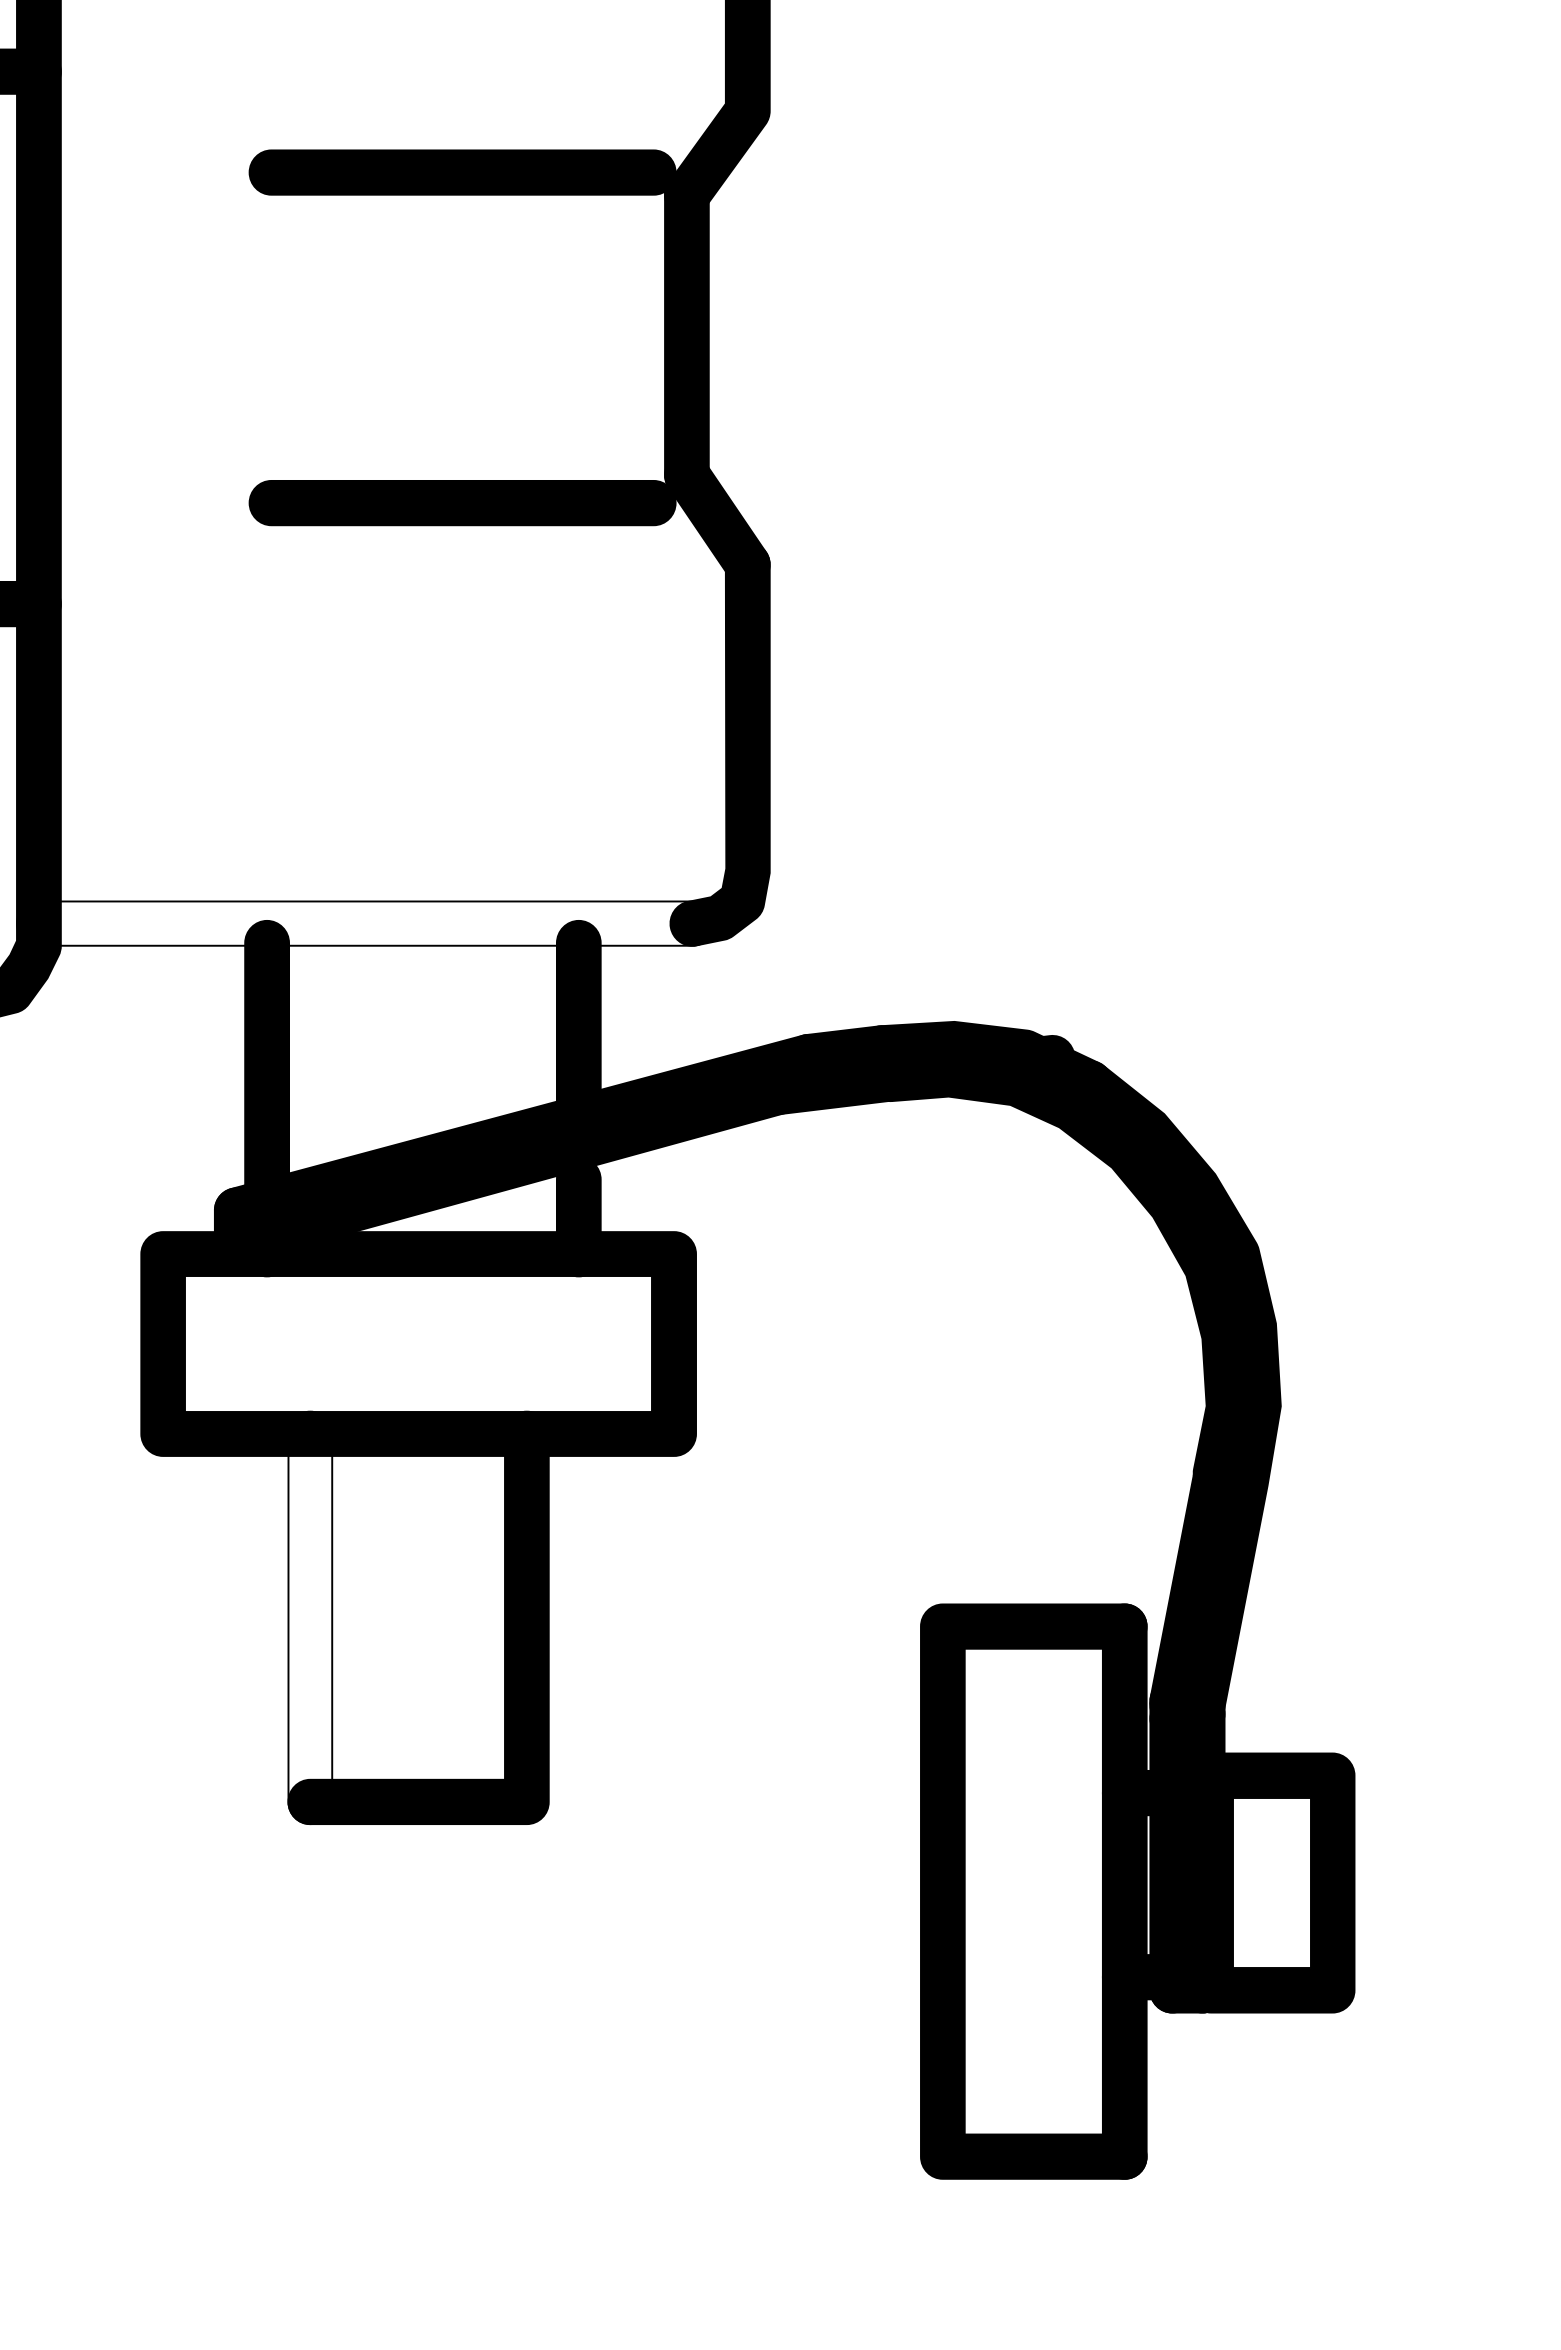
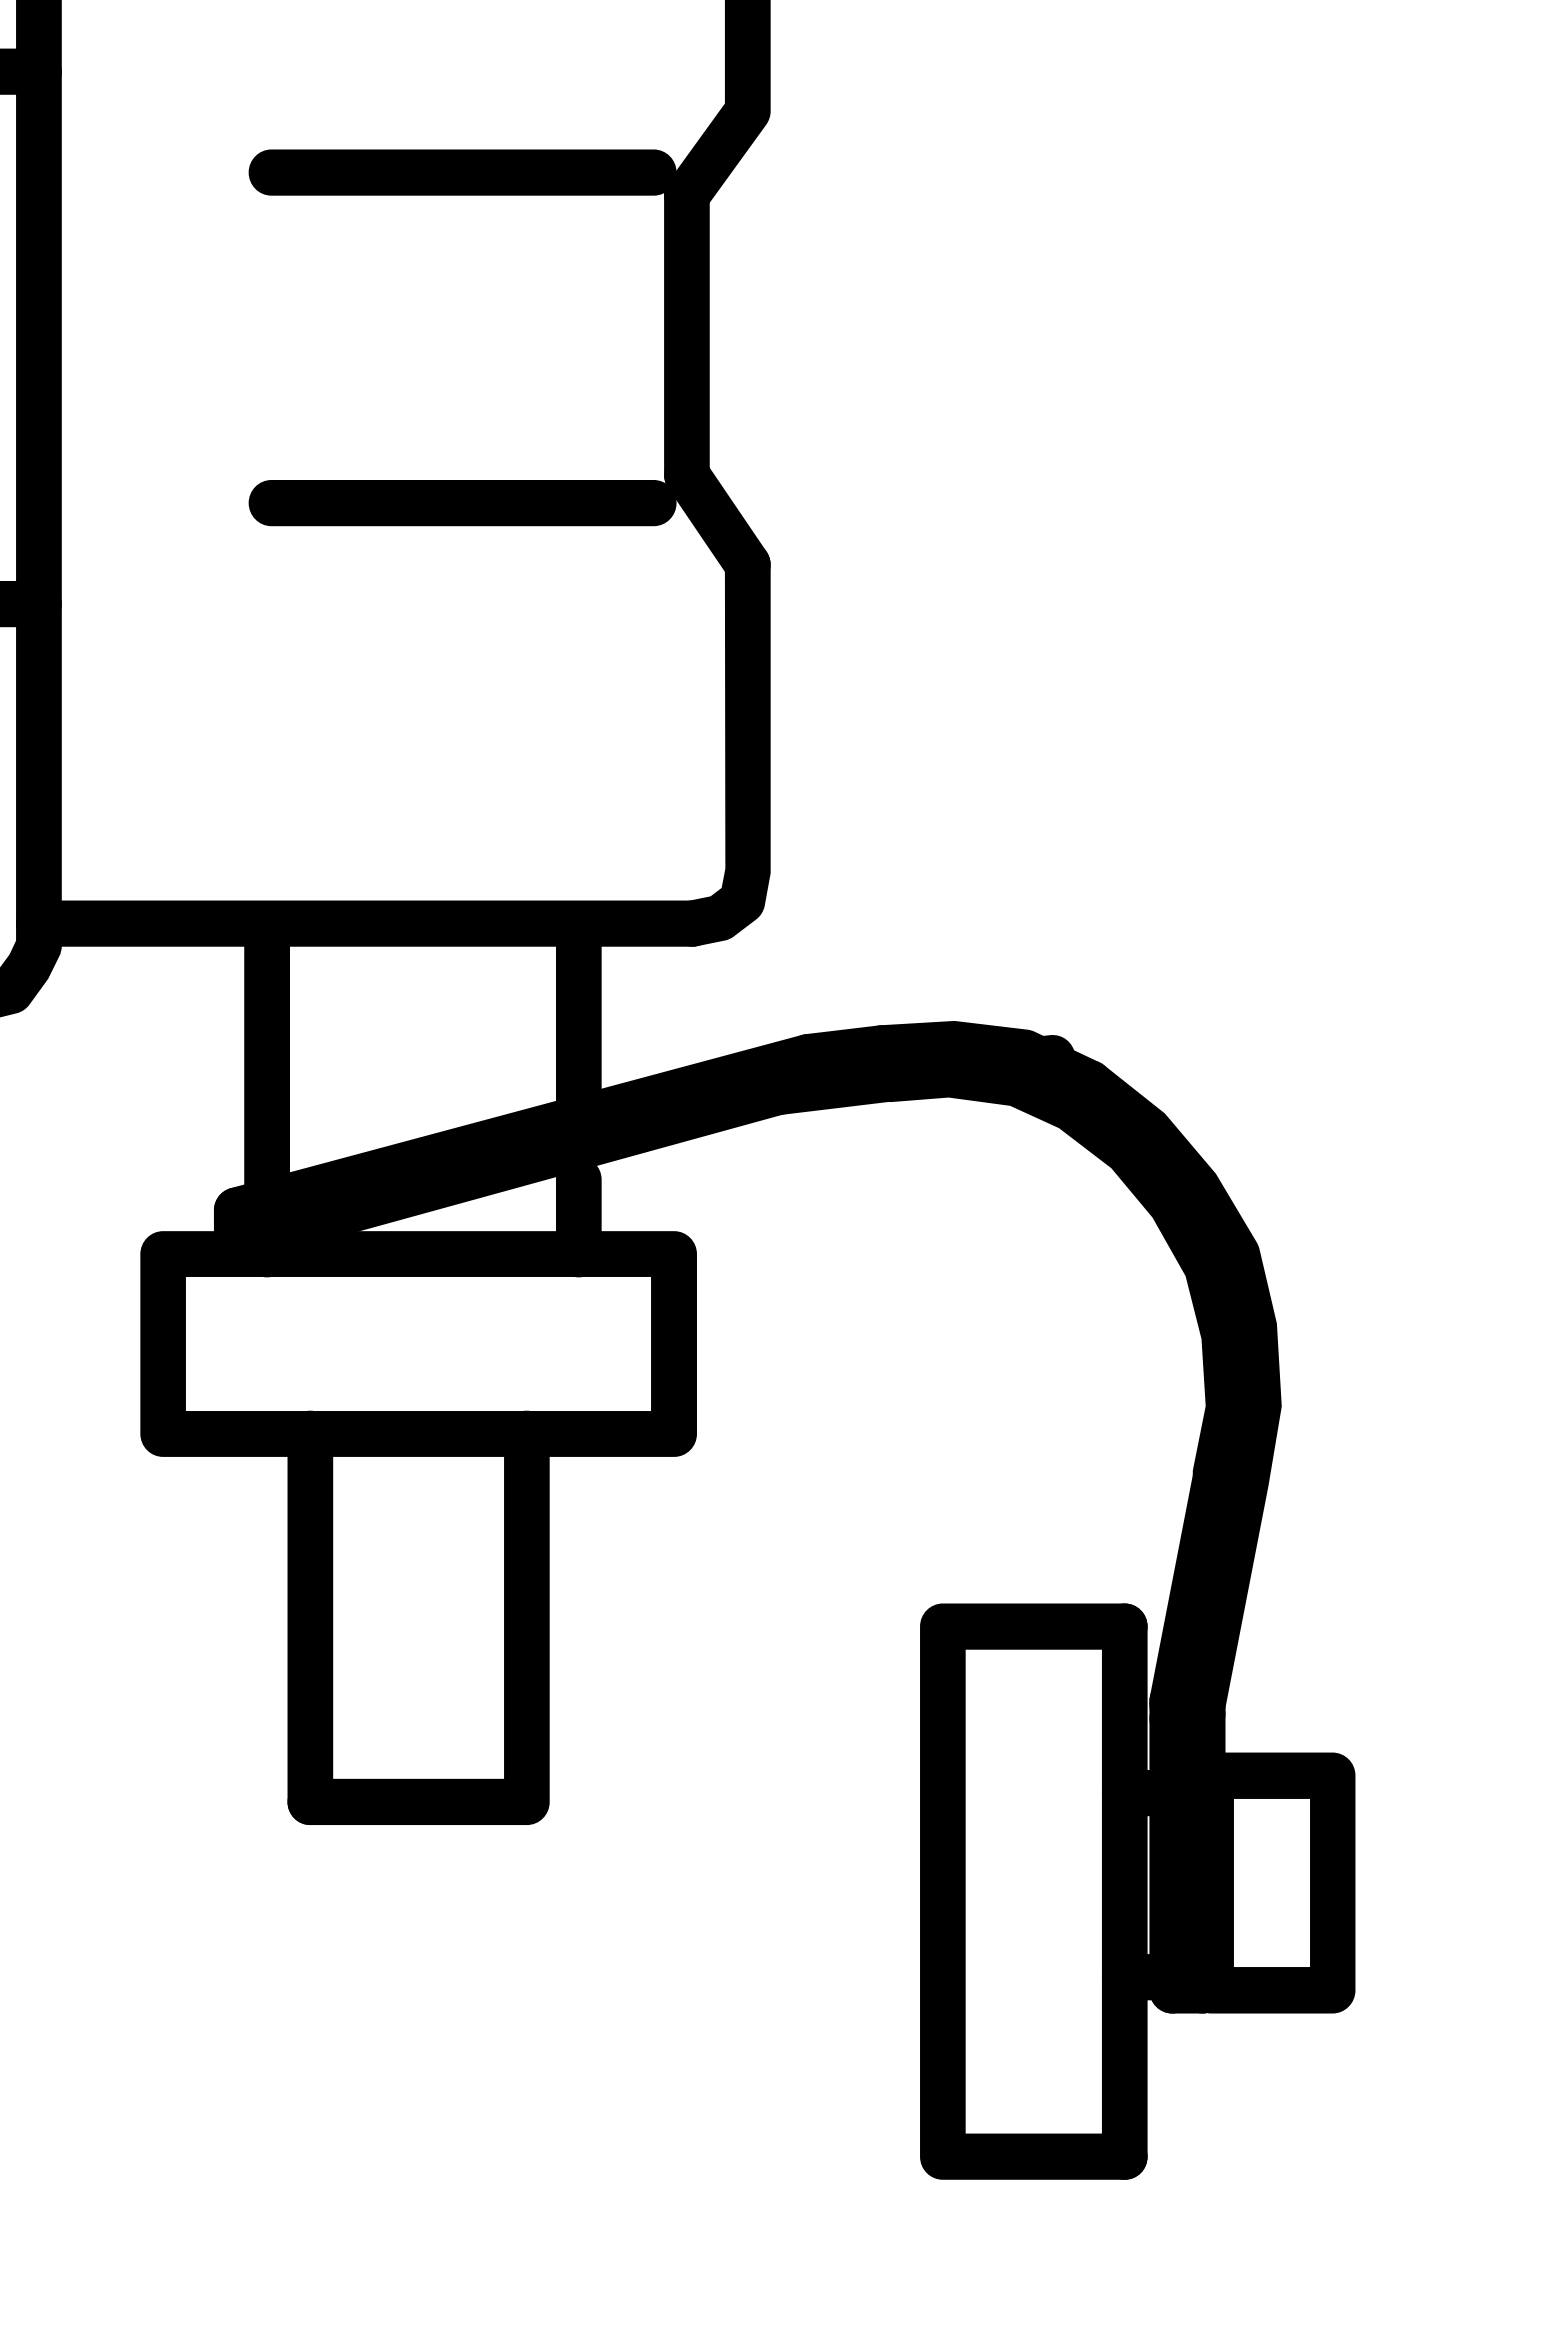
fill at (365, 923): none -> present
fill at (310, 1617): none -> present
